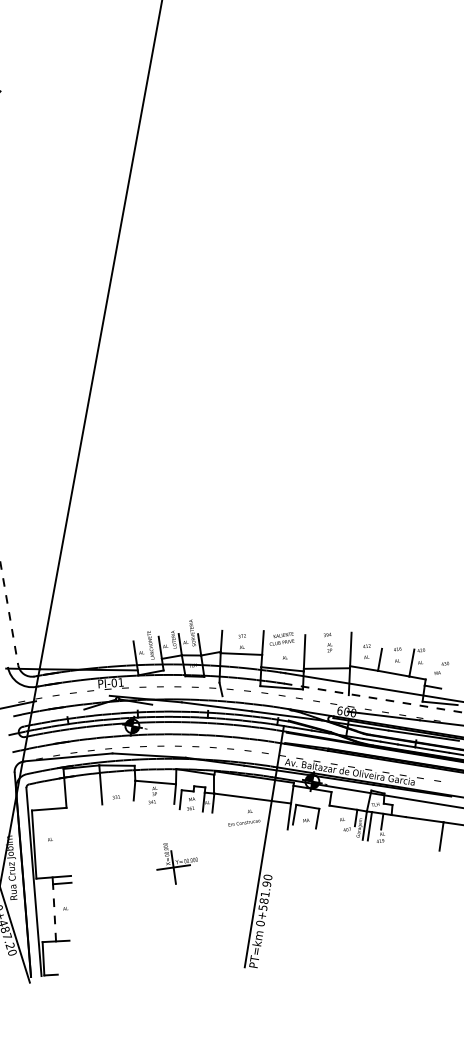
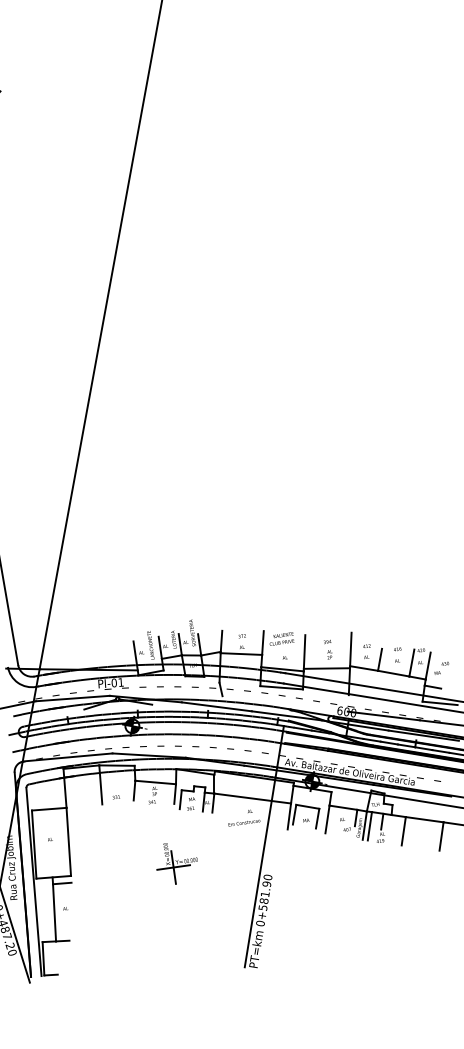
line at (9, 613): dashed -> solid
text at (328, 642) position: (328, 642) -> (328, 649)
line at (427, 665): none -> present
line at (72, 698): none -> present
line at (373, 698): dashed -> solid
line at (327, 819): none -> present
line at (403, 831): none -> present
line at (68, 841): none -> present
line at (54, 912): dashed -> solid
